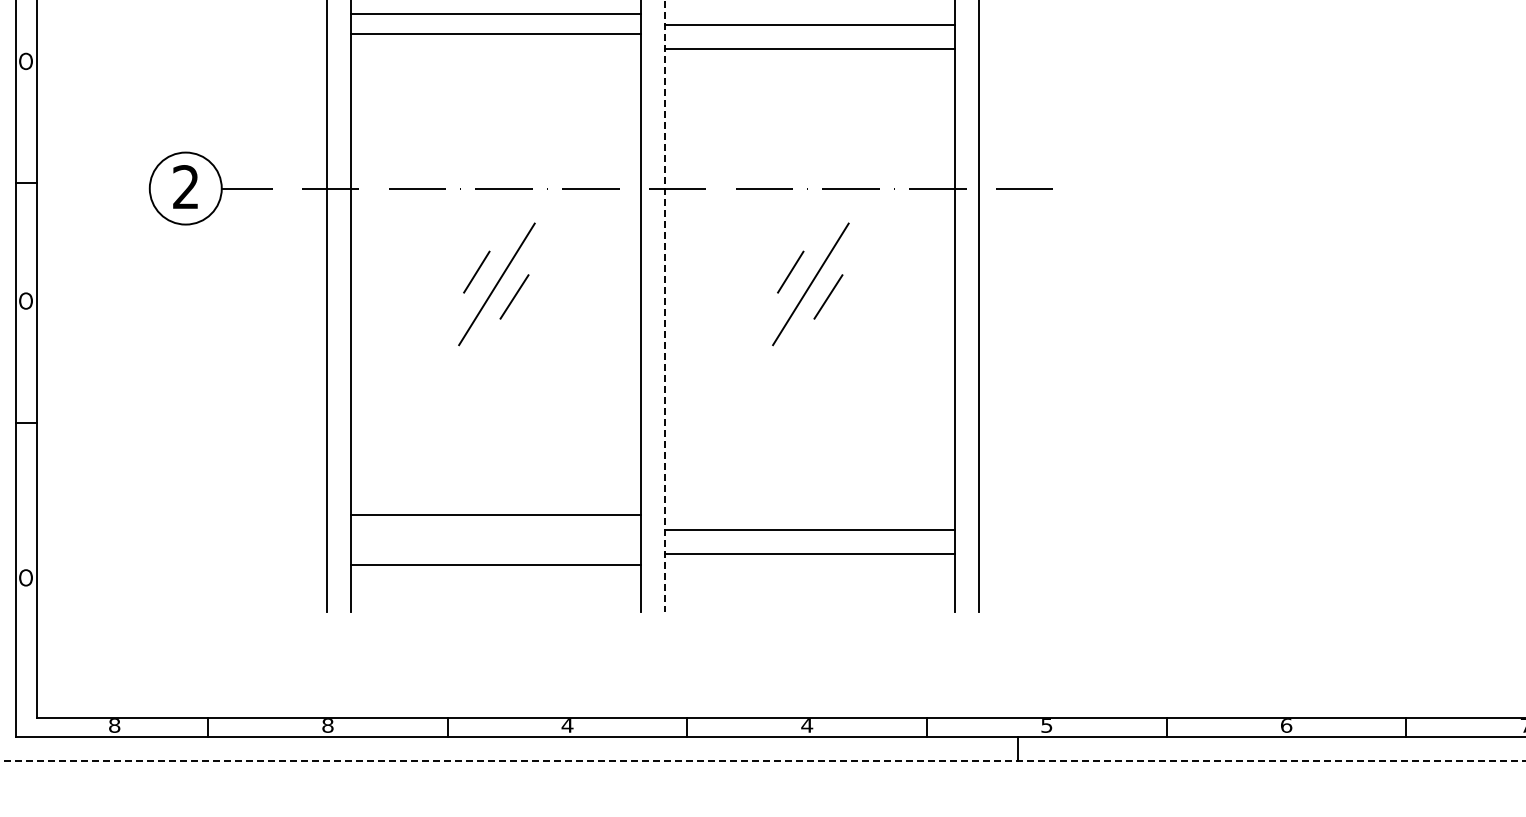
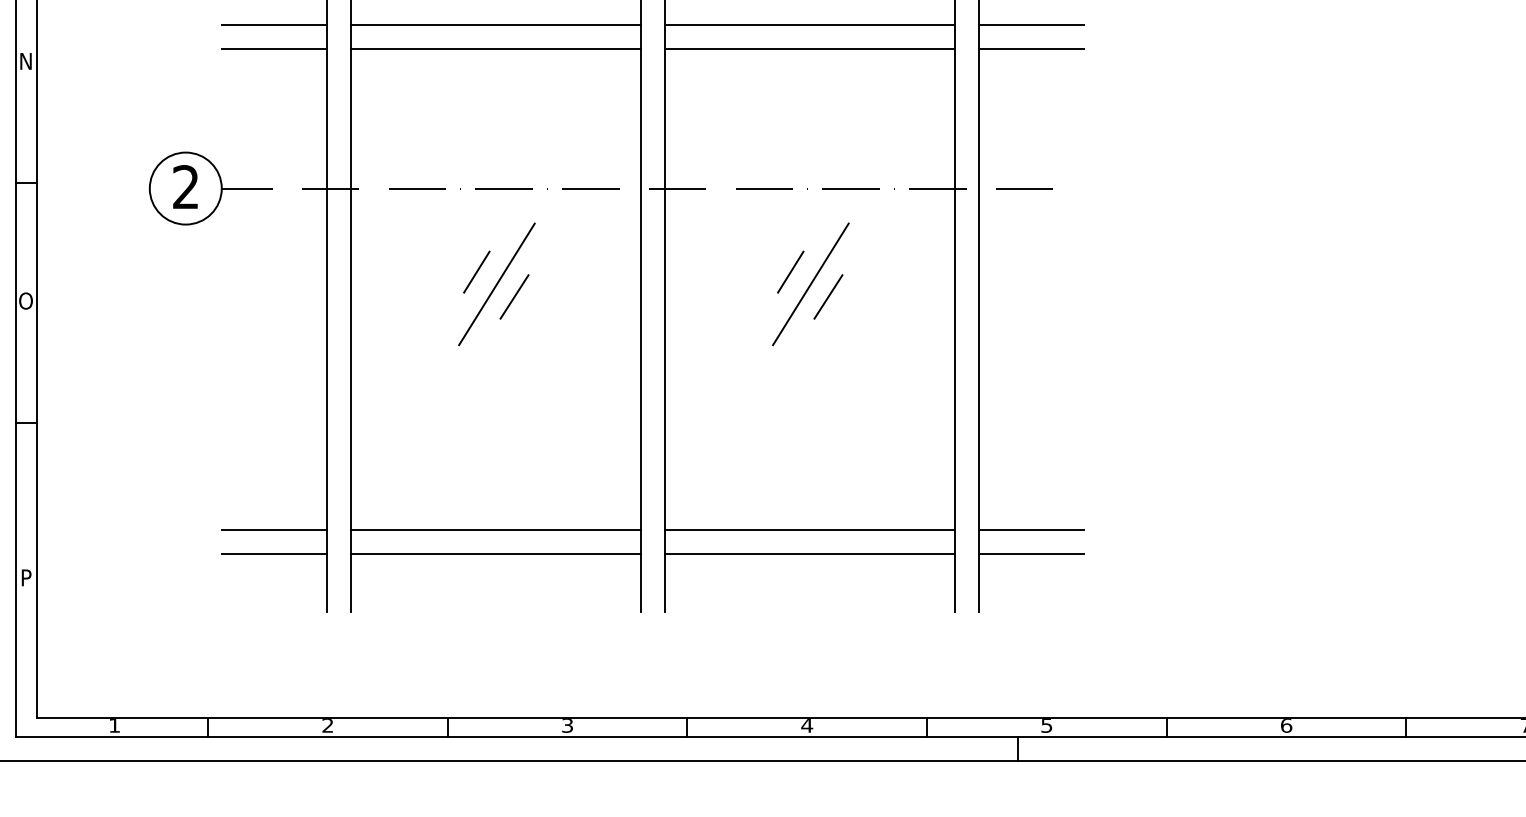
line at (496, 13) position: (496, 13) -> (496, 24)
line at (274, 24): none -> present
line at (1031, 24): none -> present
line at (496, 33) position: (496, 33) -> (496, 48)
line at (274, 48): none -> present
line at (1031, 48): none -> present
text at (25, 61): O -> N
line at (665, 305): dashed -> solid
line at (496, 515) position: (496, 515) -> (496, 530)
line at (274, 530): none -> present
line at (1031, 530): none -> present
line at (274, 554): none -> present
line at (1031, 554): none -> present
line at (496, 565) position: (496, 565) -> (496, 554)
text at (25, 577): O -> P
text at (114, 725): 8 -> 1
text at (327, 725): 8 -> 2
text at (567, 725): 4 -> 3
line at (763, 760): dashed -> solid
